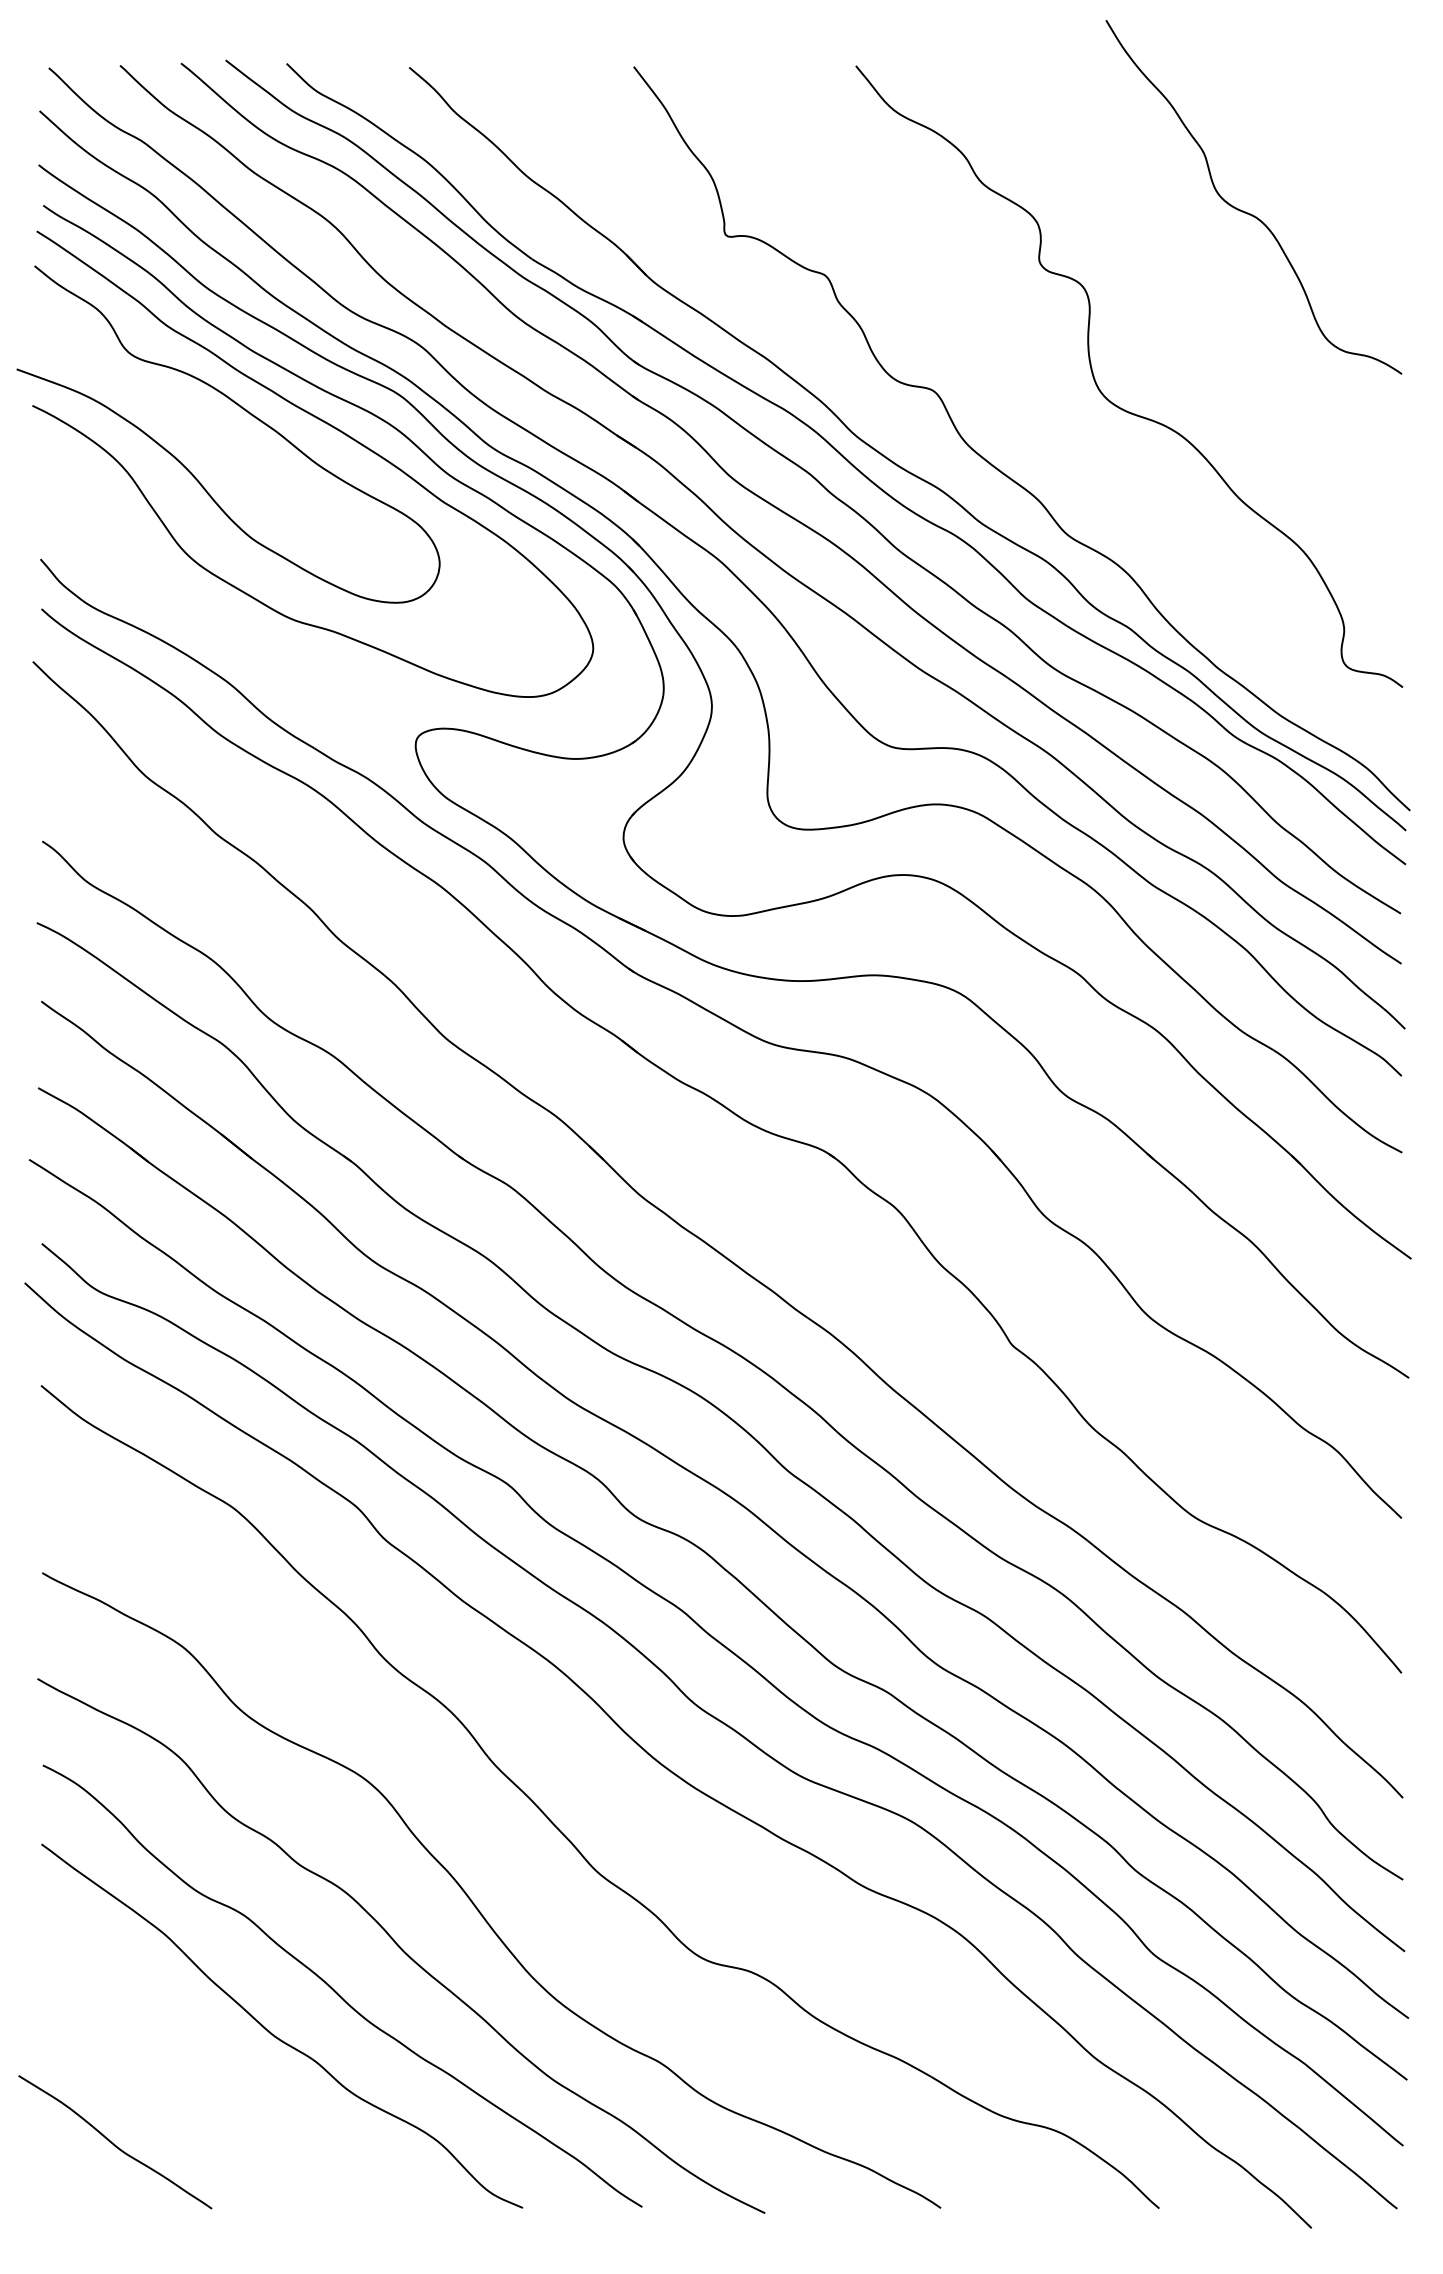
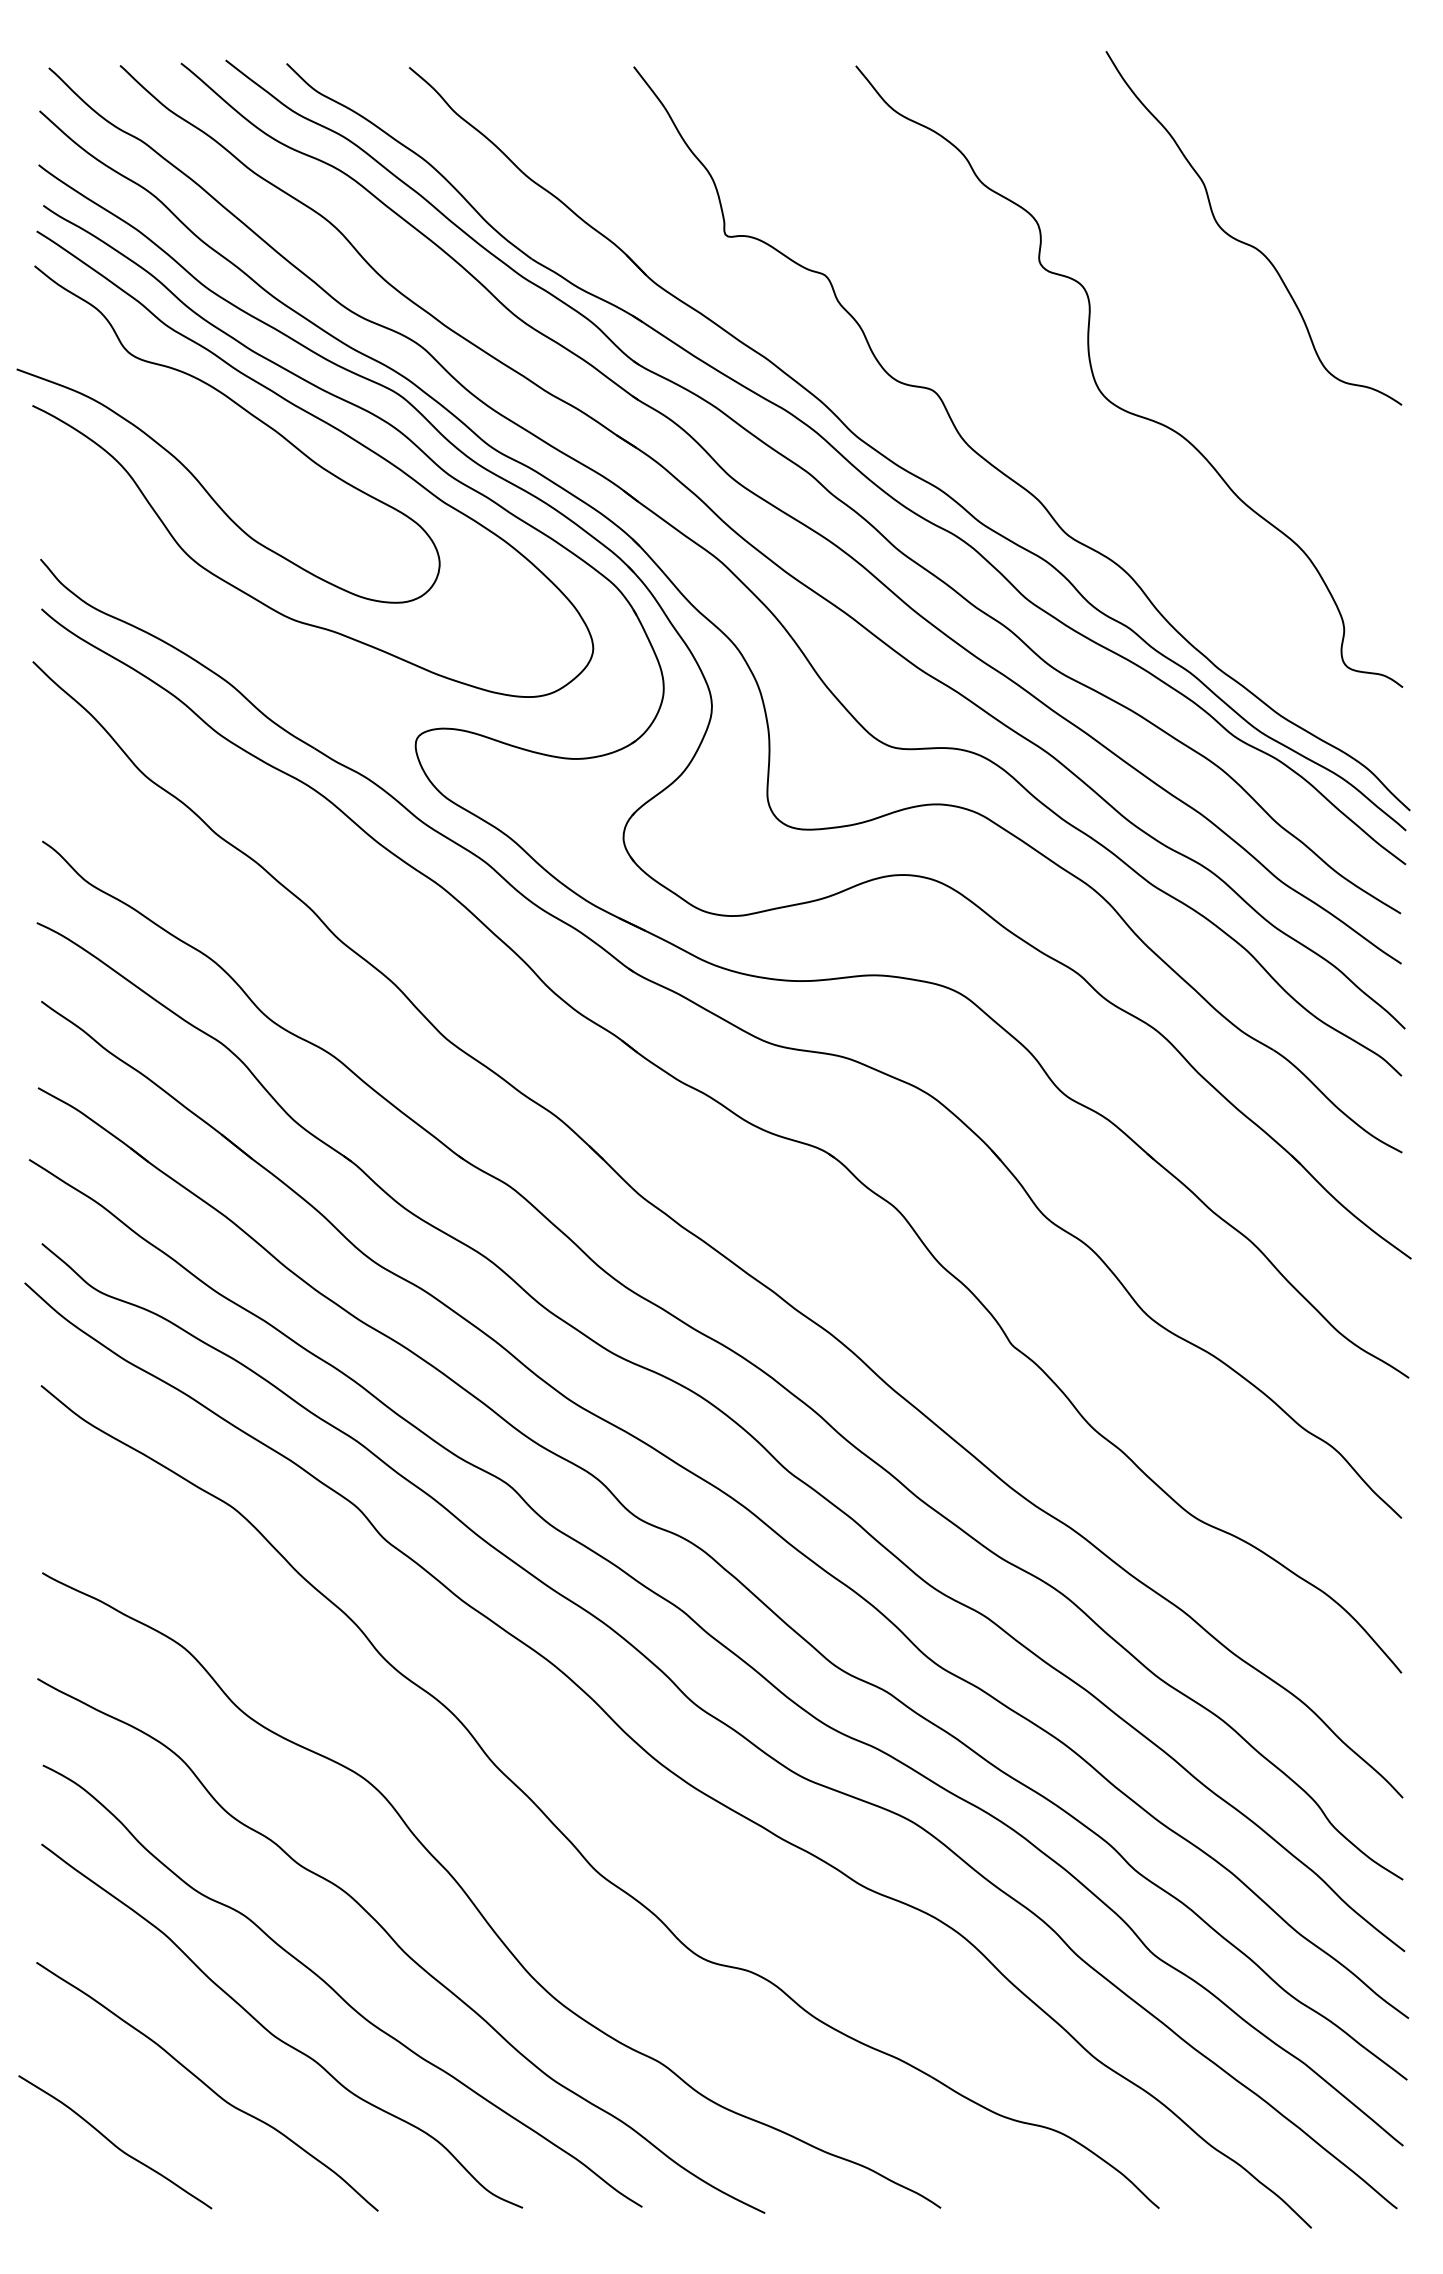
curve at (1248, 212) position: (1248, 212) -> (1248, 243)
curve at (207, 2086): none -> present
